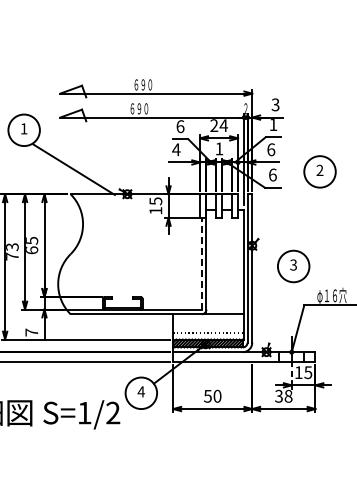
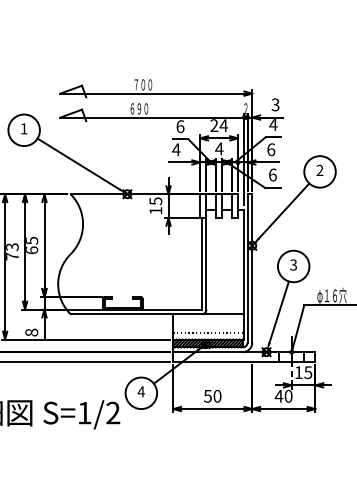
text at (139, 84): ６９０ -> ７００
text at (273, 124): 1 -> 4
text at (219, 148): 1 -> 4
line at (73, 169) position: (73, 169) -> (77, 163)
line at (284, 210): none -> present
line at (201, 263): dashed -> solid
line at (278, 311): none -> present
text at (31, 332): 7 -> 8
text at (283, 395): 38 -> 40
